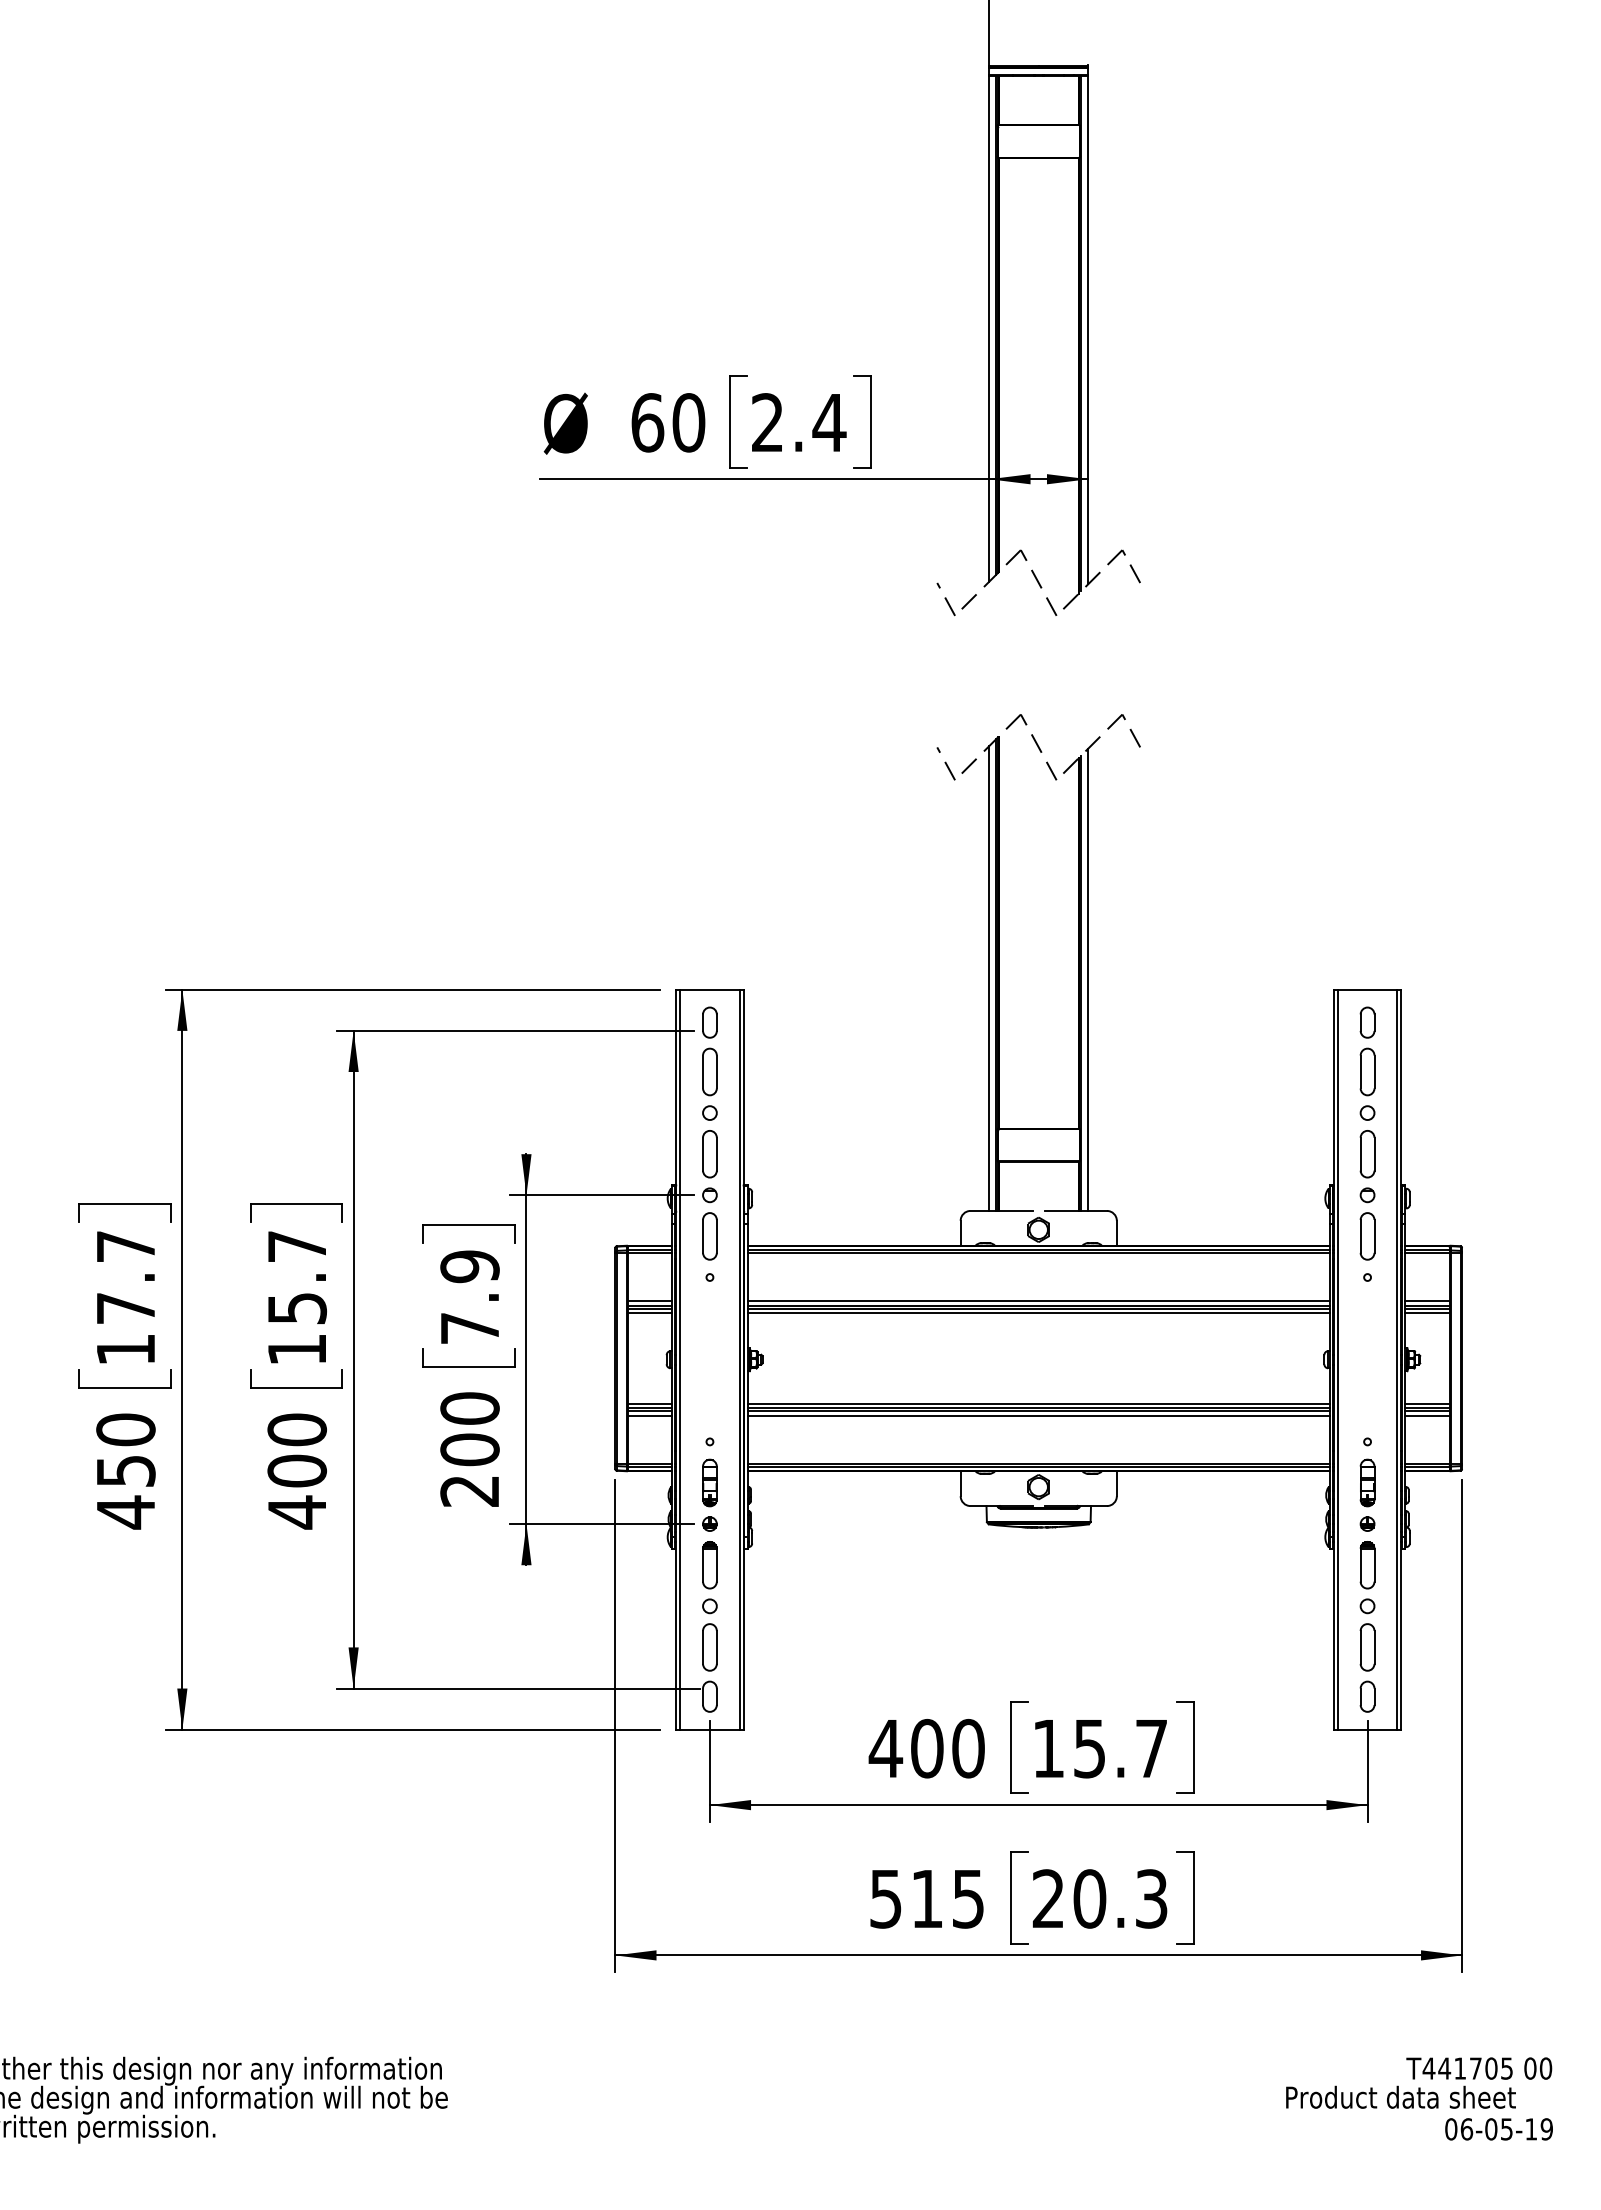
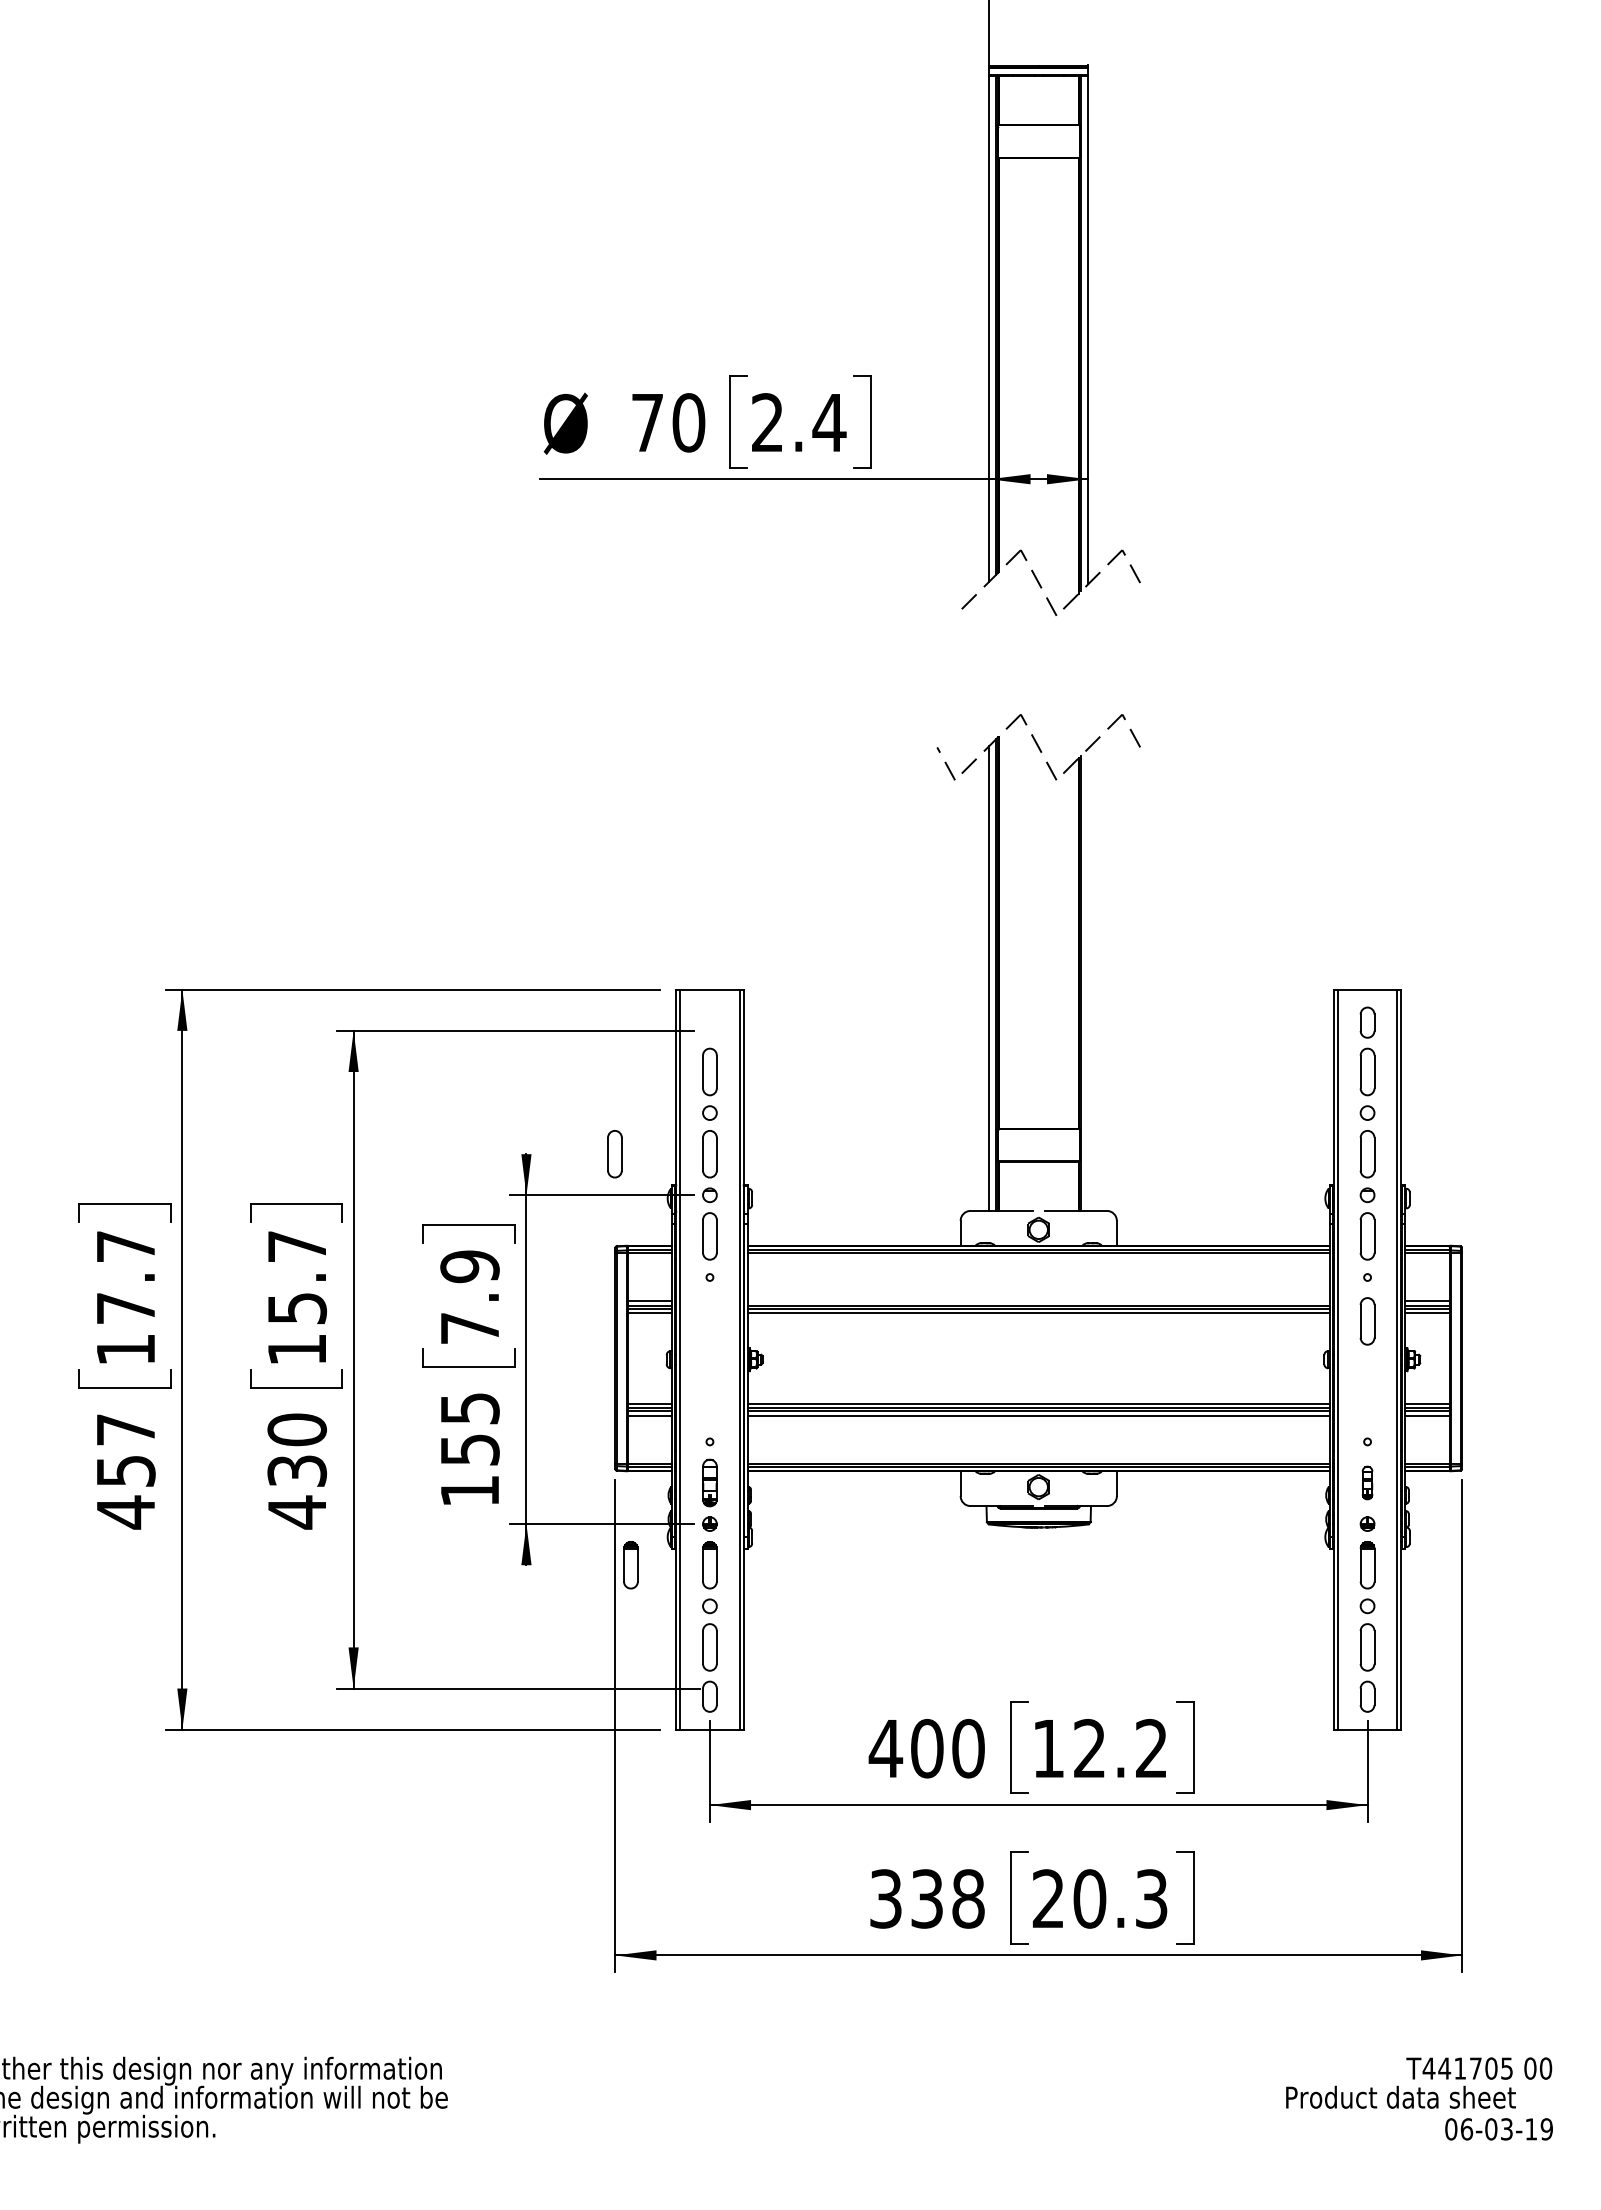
text at (647, 422): 60 -> 70
line at (945, 599): present -> none
line at (1088, 979): present -> none
part at (709, 1022): present -> none
part at (614, 1154): none -> present
line at (1038, 1301): present -> none
part at (1367, 1321): none -> present
text at (125, 1429): 450 -> 457
text at (469, 1449): 200 -> 155
text at (297, 1470): 400 -> 430
part at (1367, 1482) size: 17x50 px -> 13x36 px
part at (630, 1565): none -> present
text at (1120, 1748): 15.7 -> 12.2
text at (927, 1898): 515 -> 338
text at (1506, 2128): 06-05-19 -> 06-03-19
